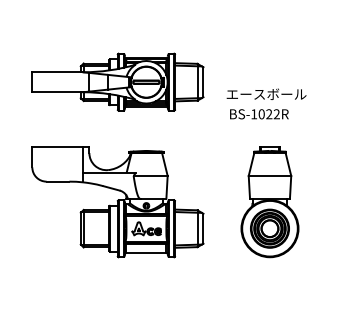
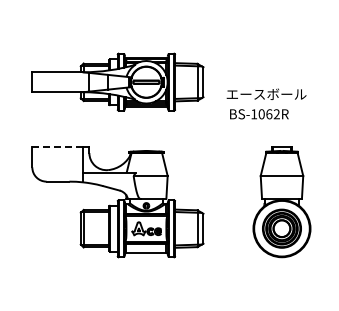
text at (269, 114): BS-1022R -> BS-1062R
line at (57, 147): solid -> dashed
part at (269, 202) position: (269, 202) -> (281, 202)
